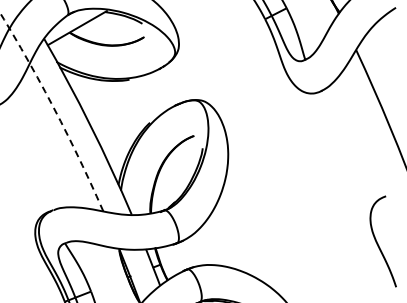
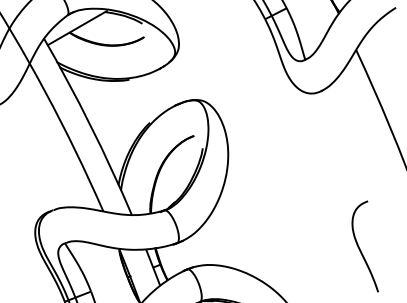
arc at (54, 109): dashed -> solid
curve at (378, 243) position: (378, 243) -> (360, 248)
